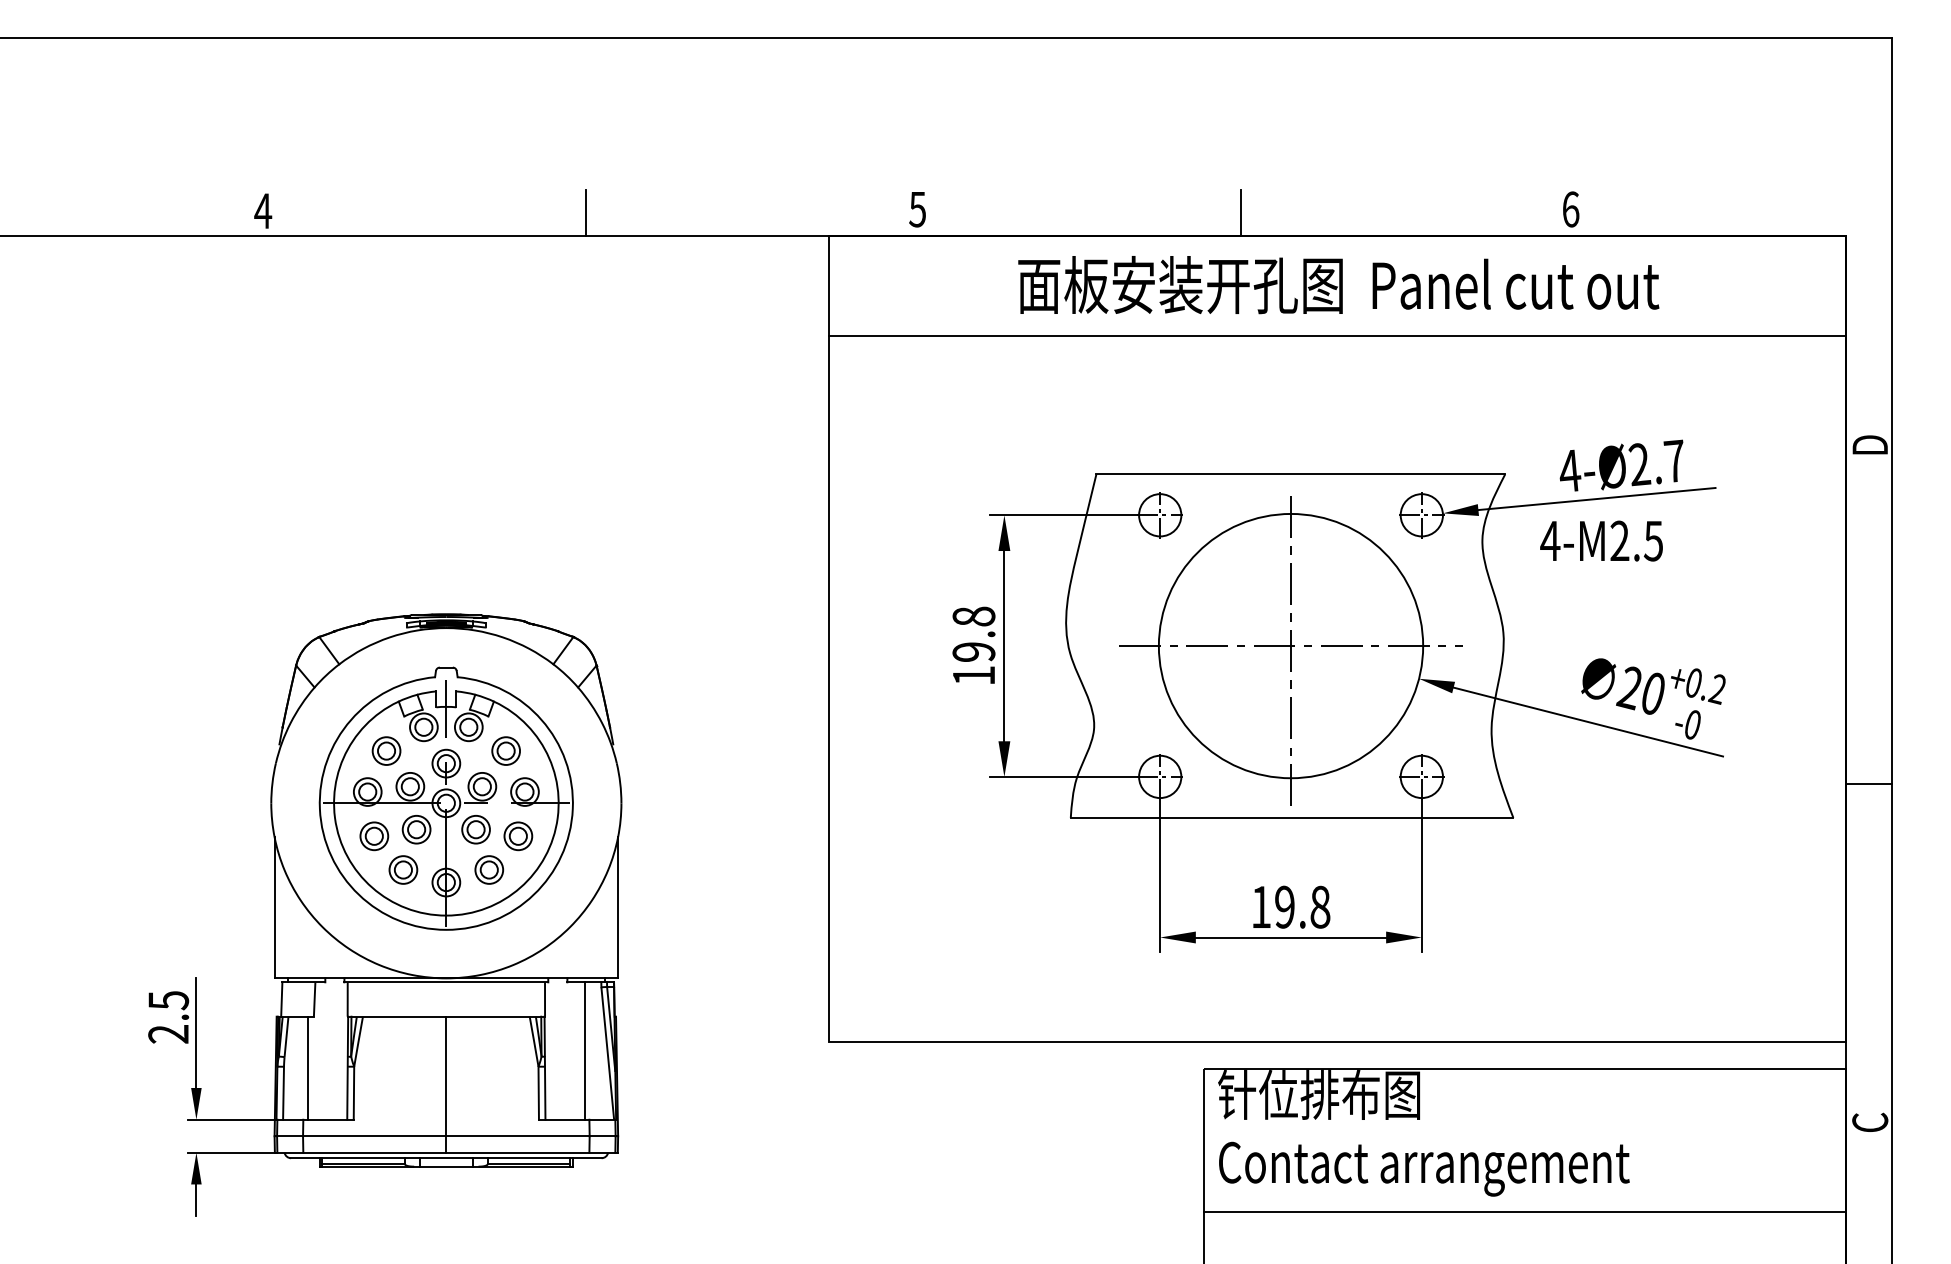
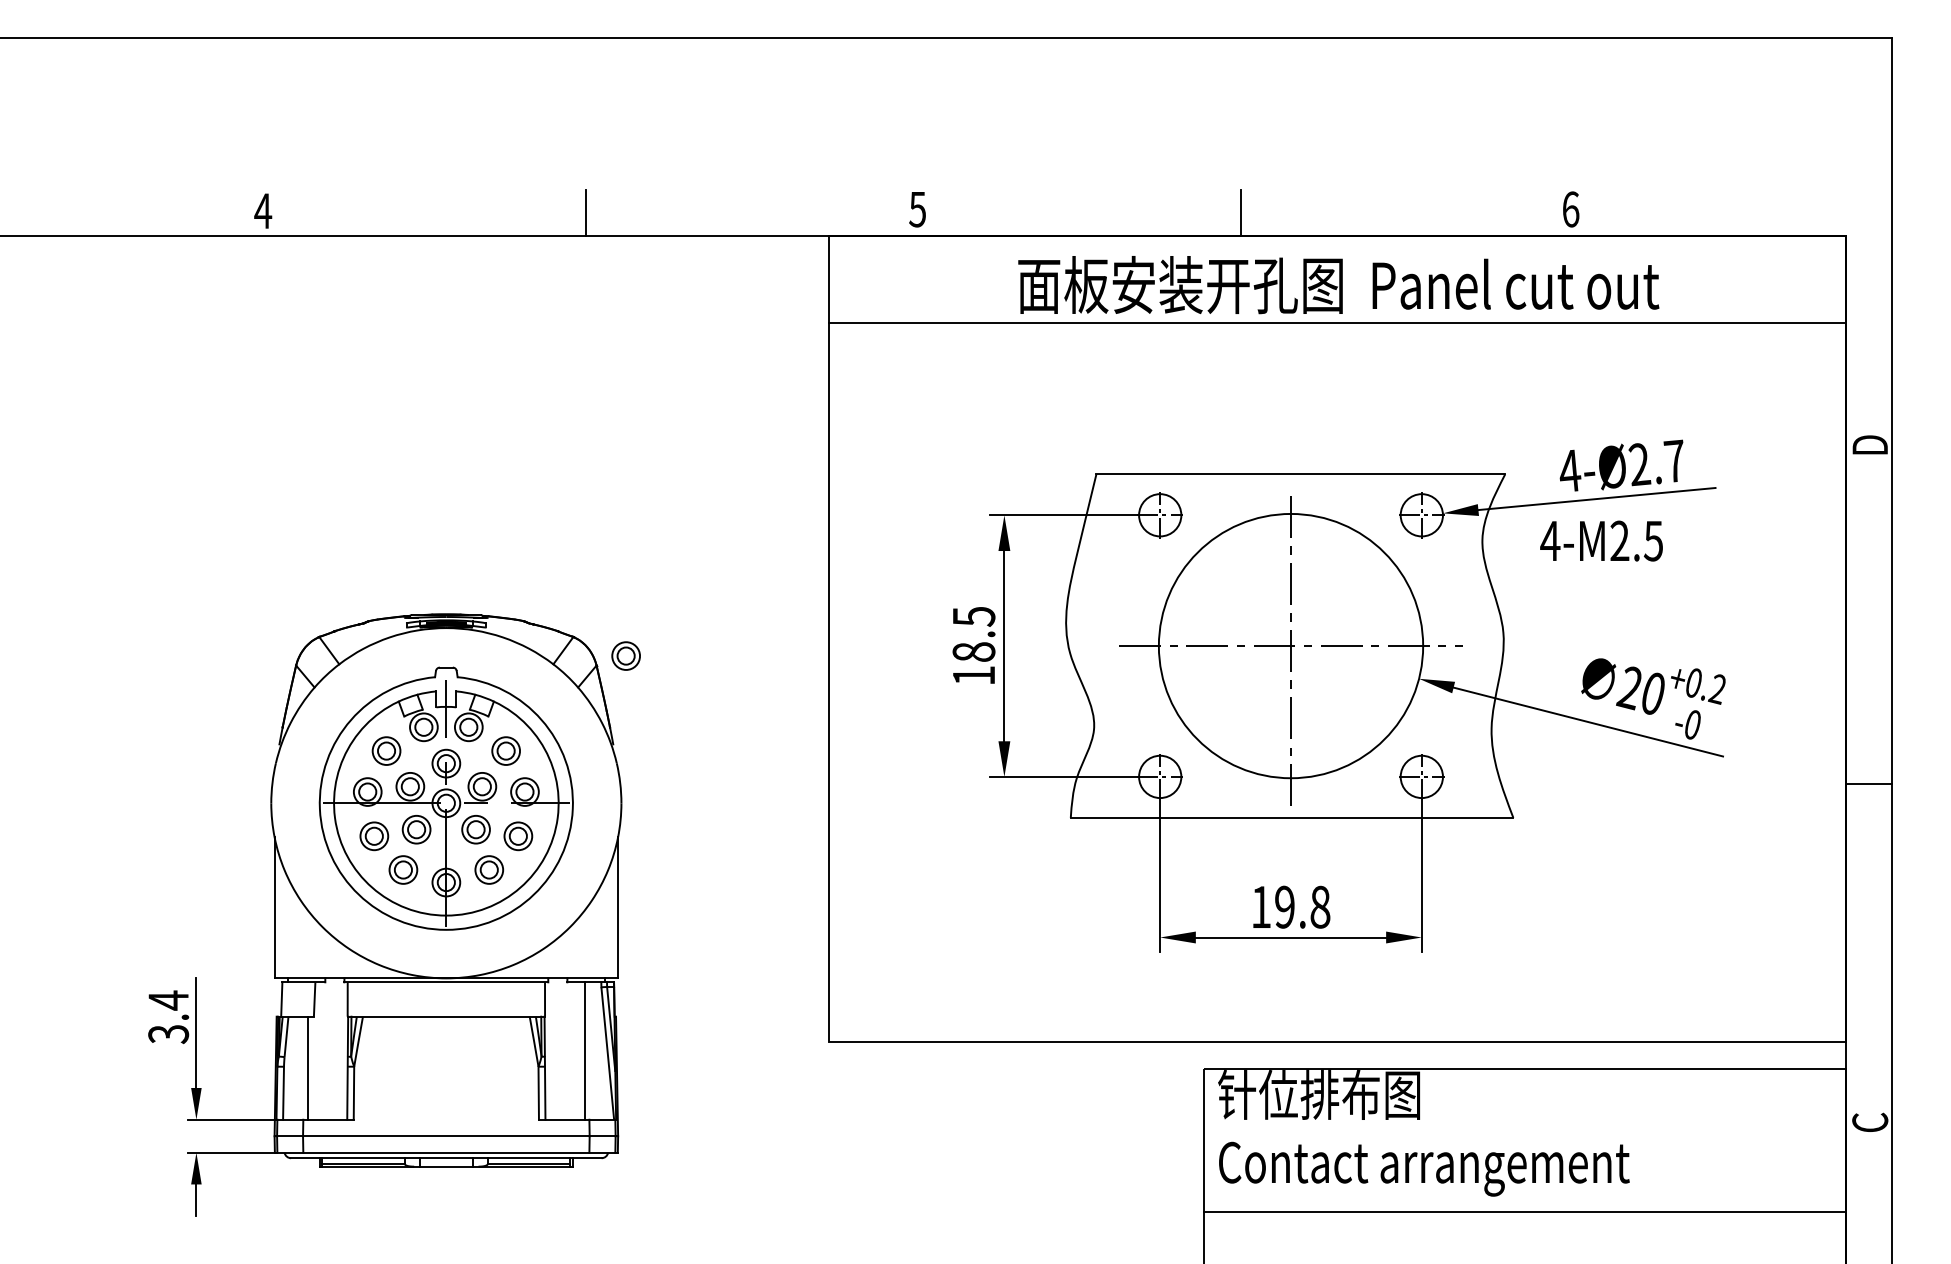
line at (1337, 335) position: (1337, 335) -> (1337, 322)
text at (973, 633): 19.8 -> 18.5
part at (625, 655): none -> present
text at (168, 1017): 2.5 -> 3.4
line at (446, 1084): present -> none
